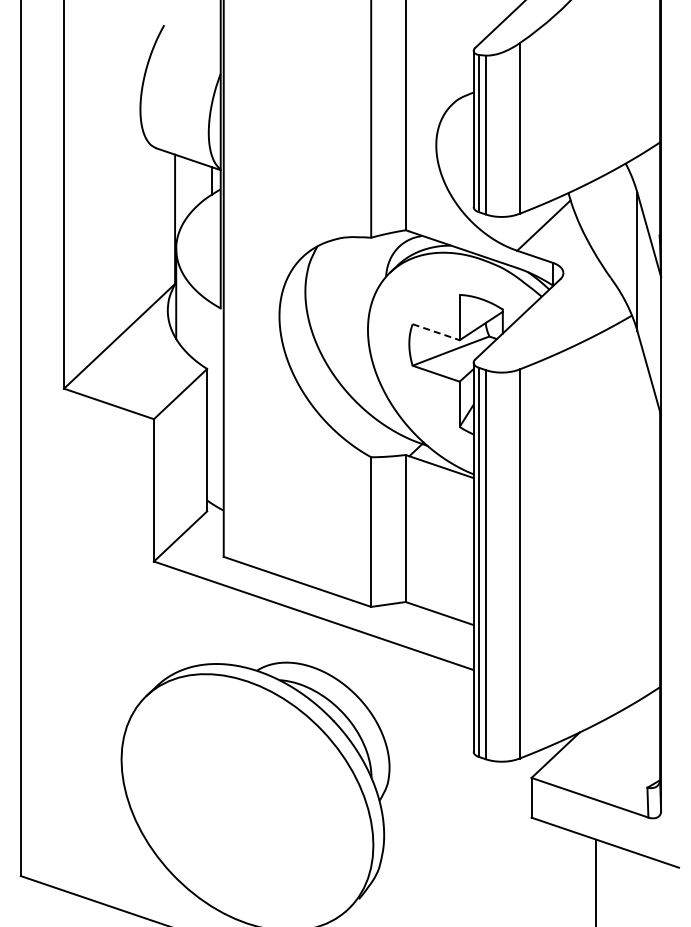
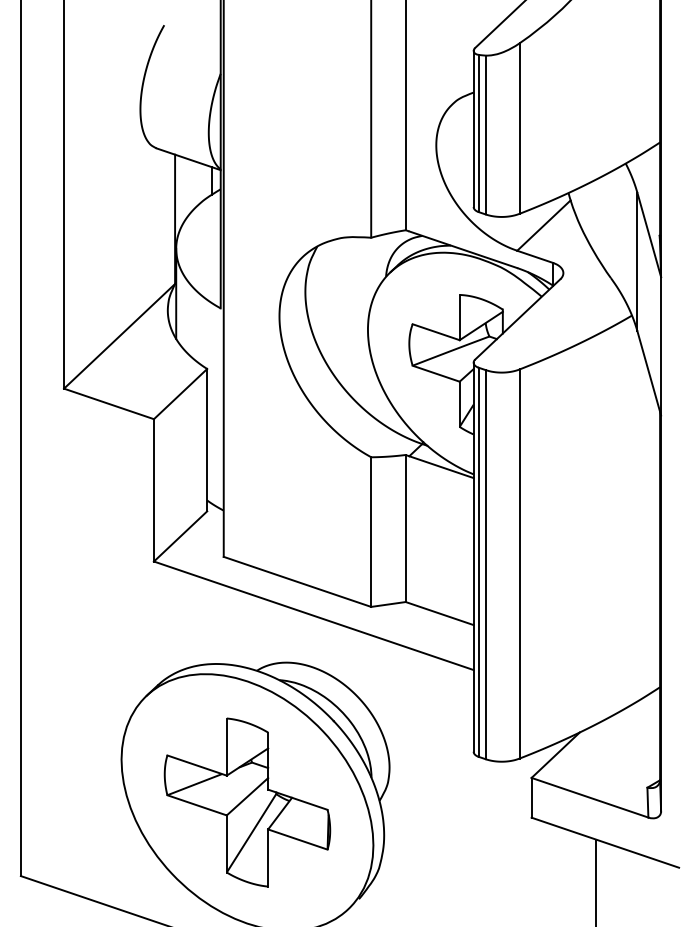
line at (436, 332): dashed -> solid
part at (247, 802): none -> present
